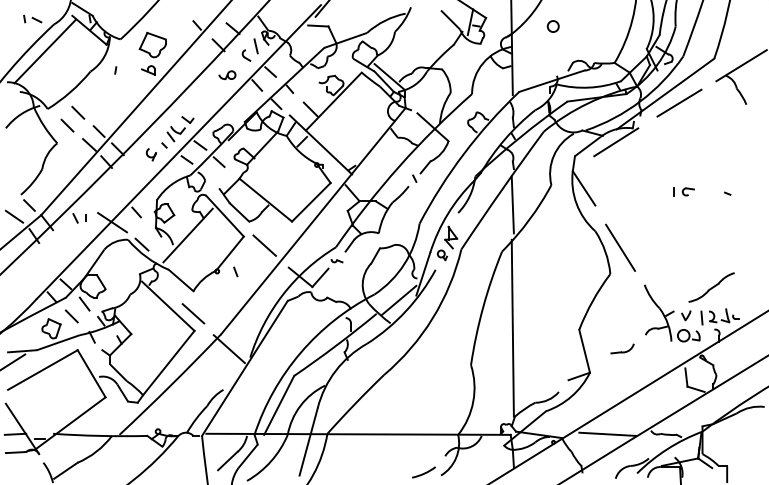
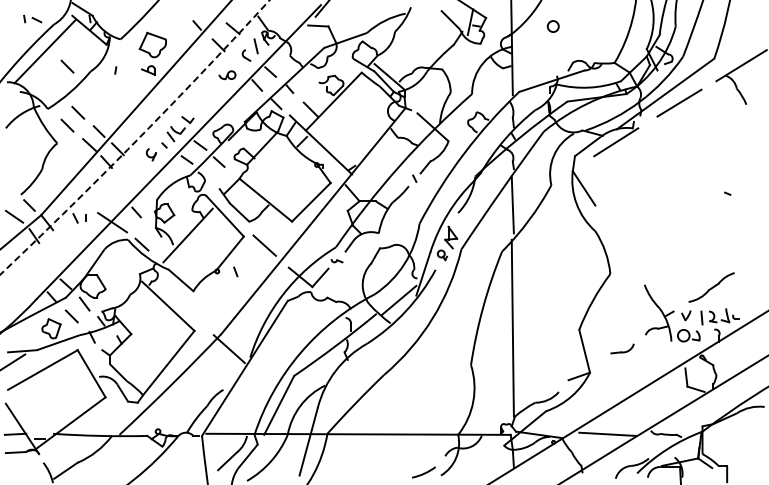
line at (67, 66): none -> present
arc at (137, 139): solid -> dashed
part at (683, 191): present -> none
line at (620, 247): present -> none
line at (193, 313): present -> none
